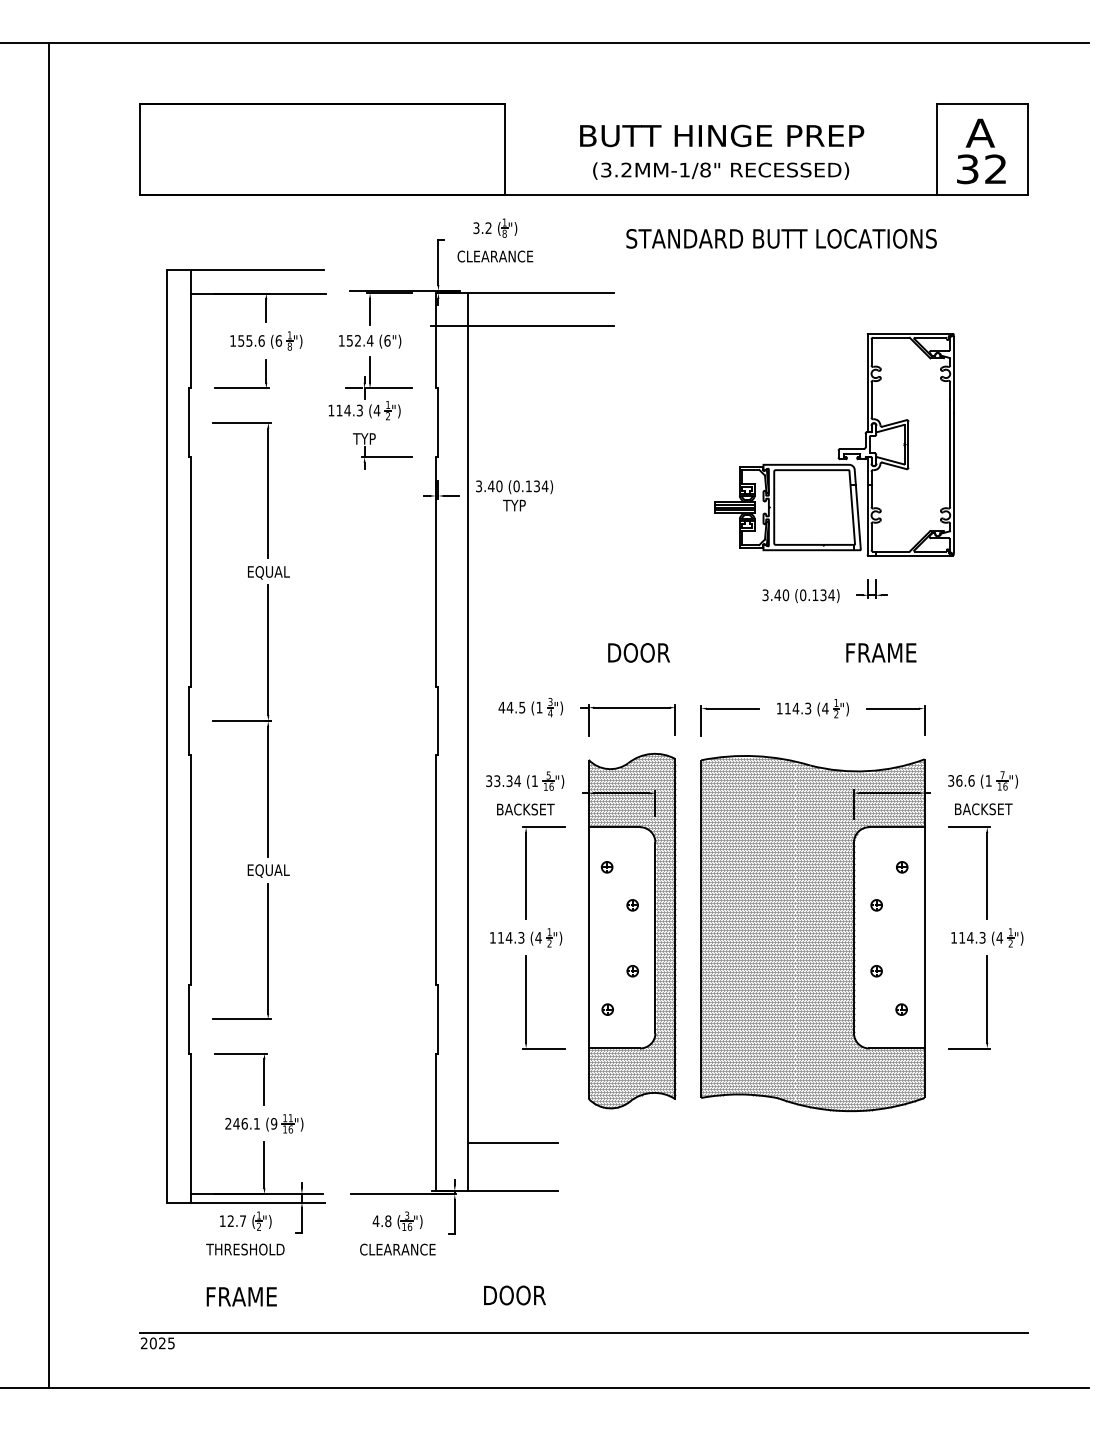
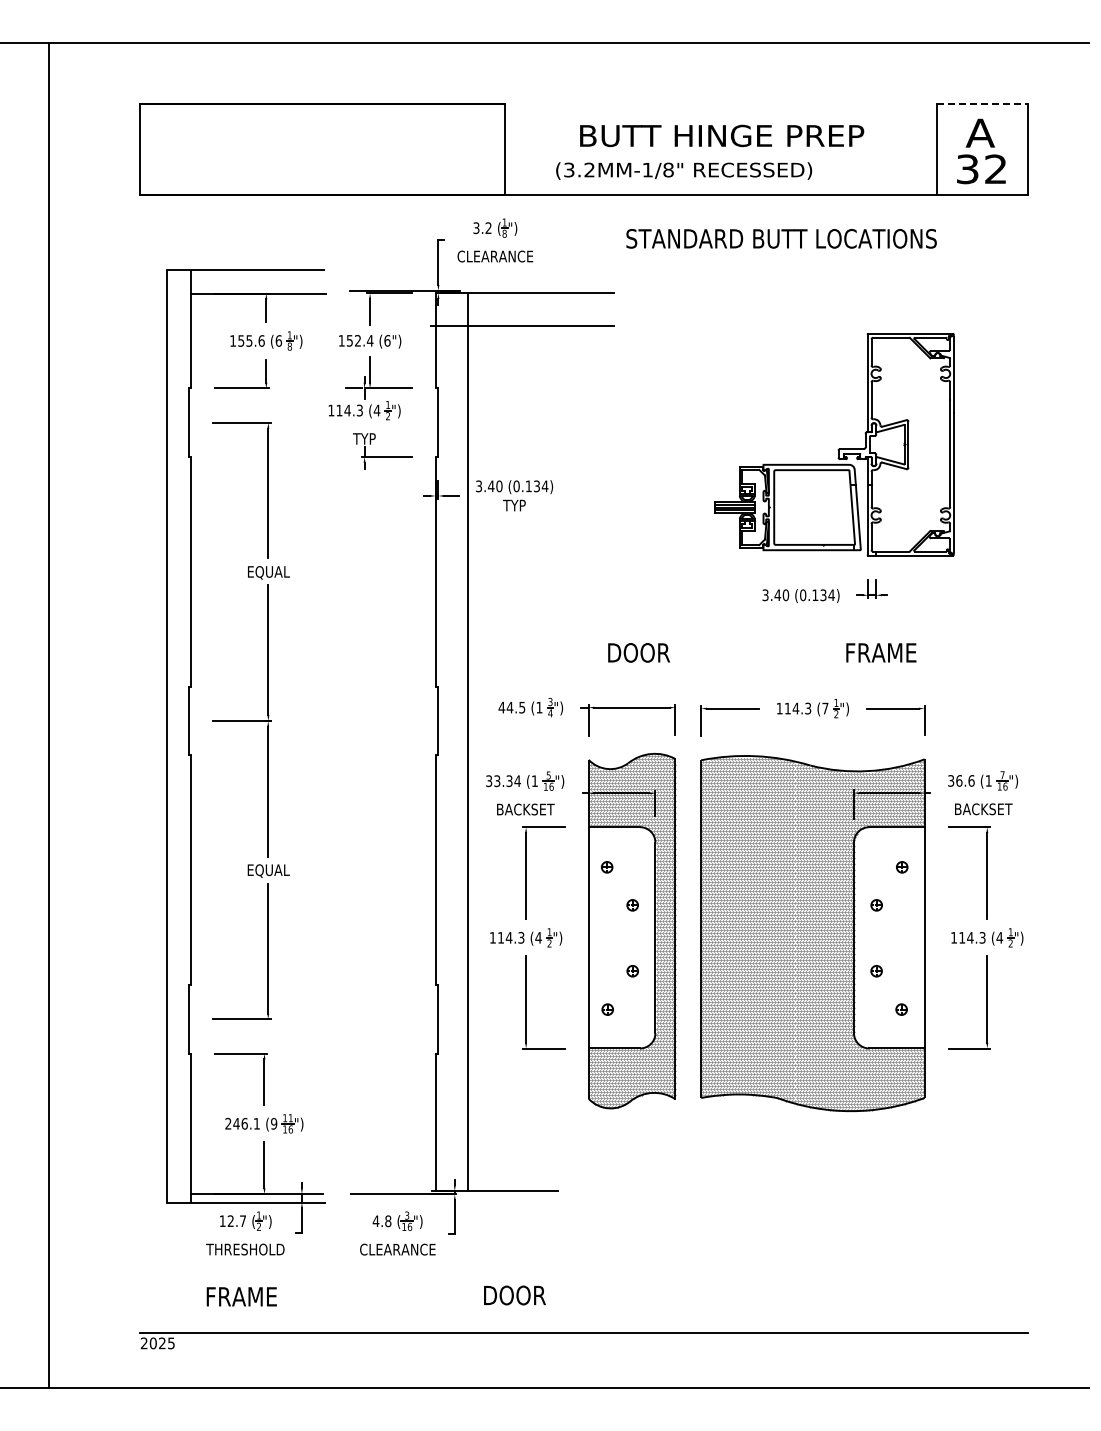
line at (982, 103): solid -> dashed
text at (721, 170) position: (721, 170) -> (684, 170)
text at (825, 708): (4 -> (7
line at (512, 1142): present -> none
